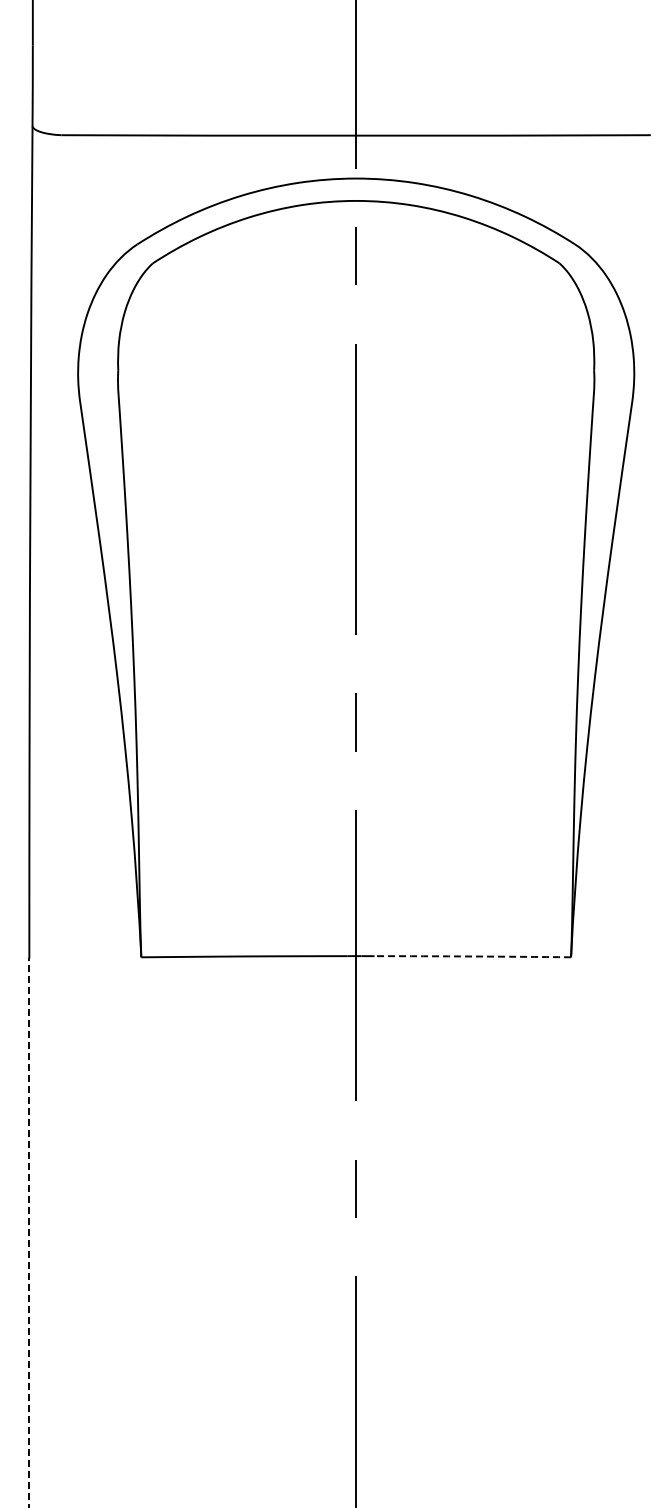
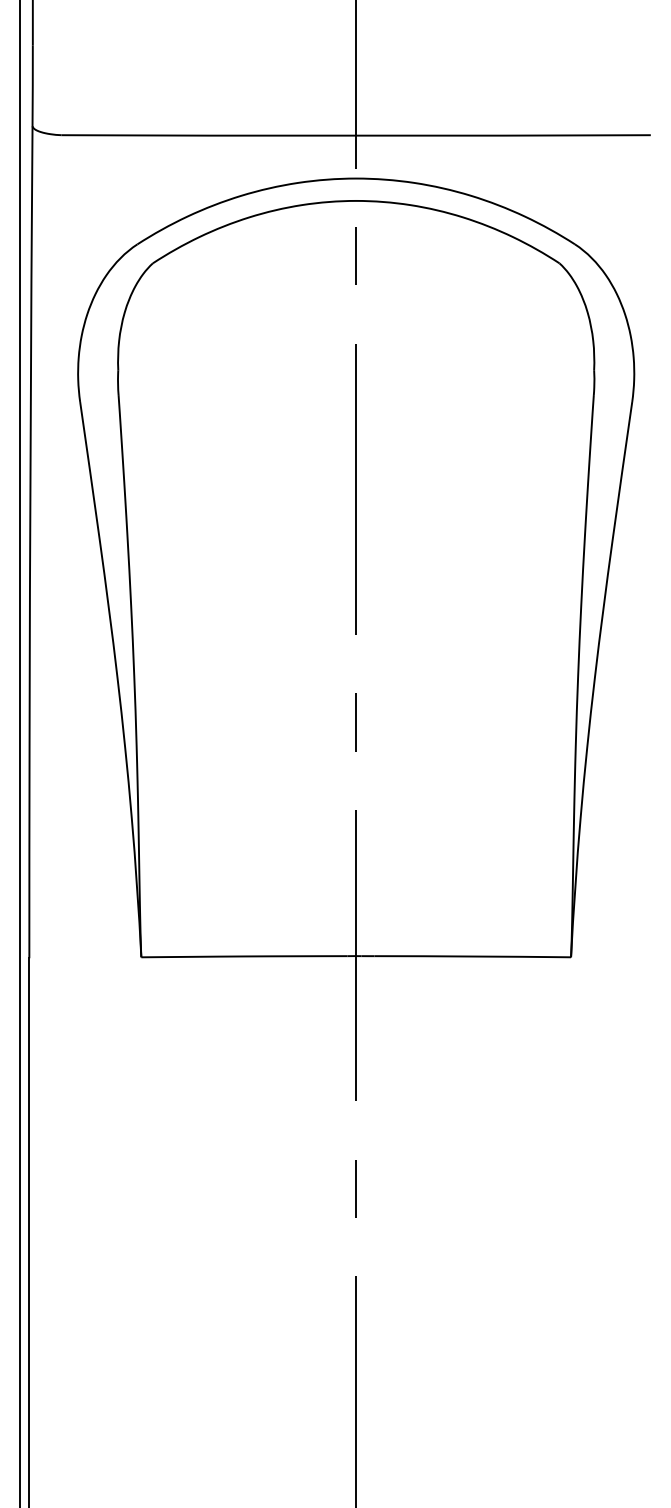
line at (20, 753): none -> present
arc at (472, 956): dashed -> solid
line at (29, 1232): dashed -> solid
